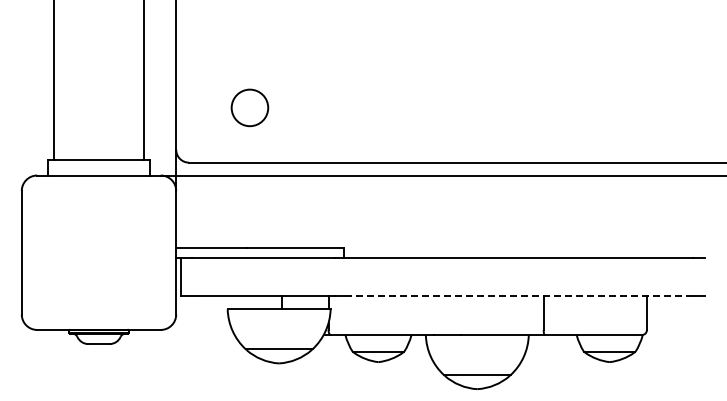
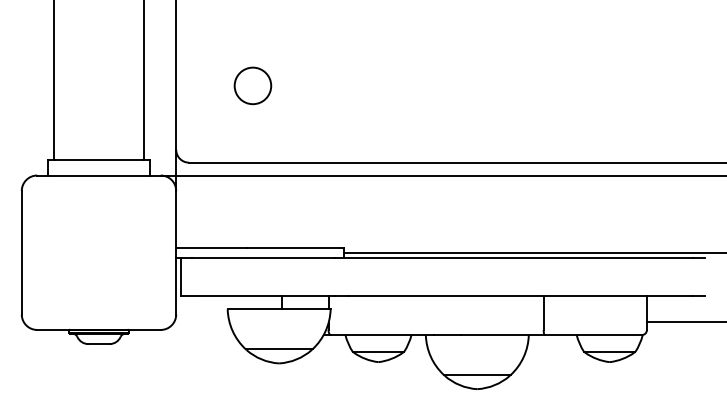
circle at (249, 107) position: (249, 107) -> (252, 85)
line at (533, 252): none -> present
line at (520, 296): dashed -> solid
line at (684, 322): none -> present
